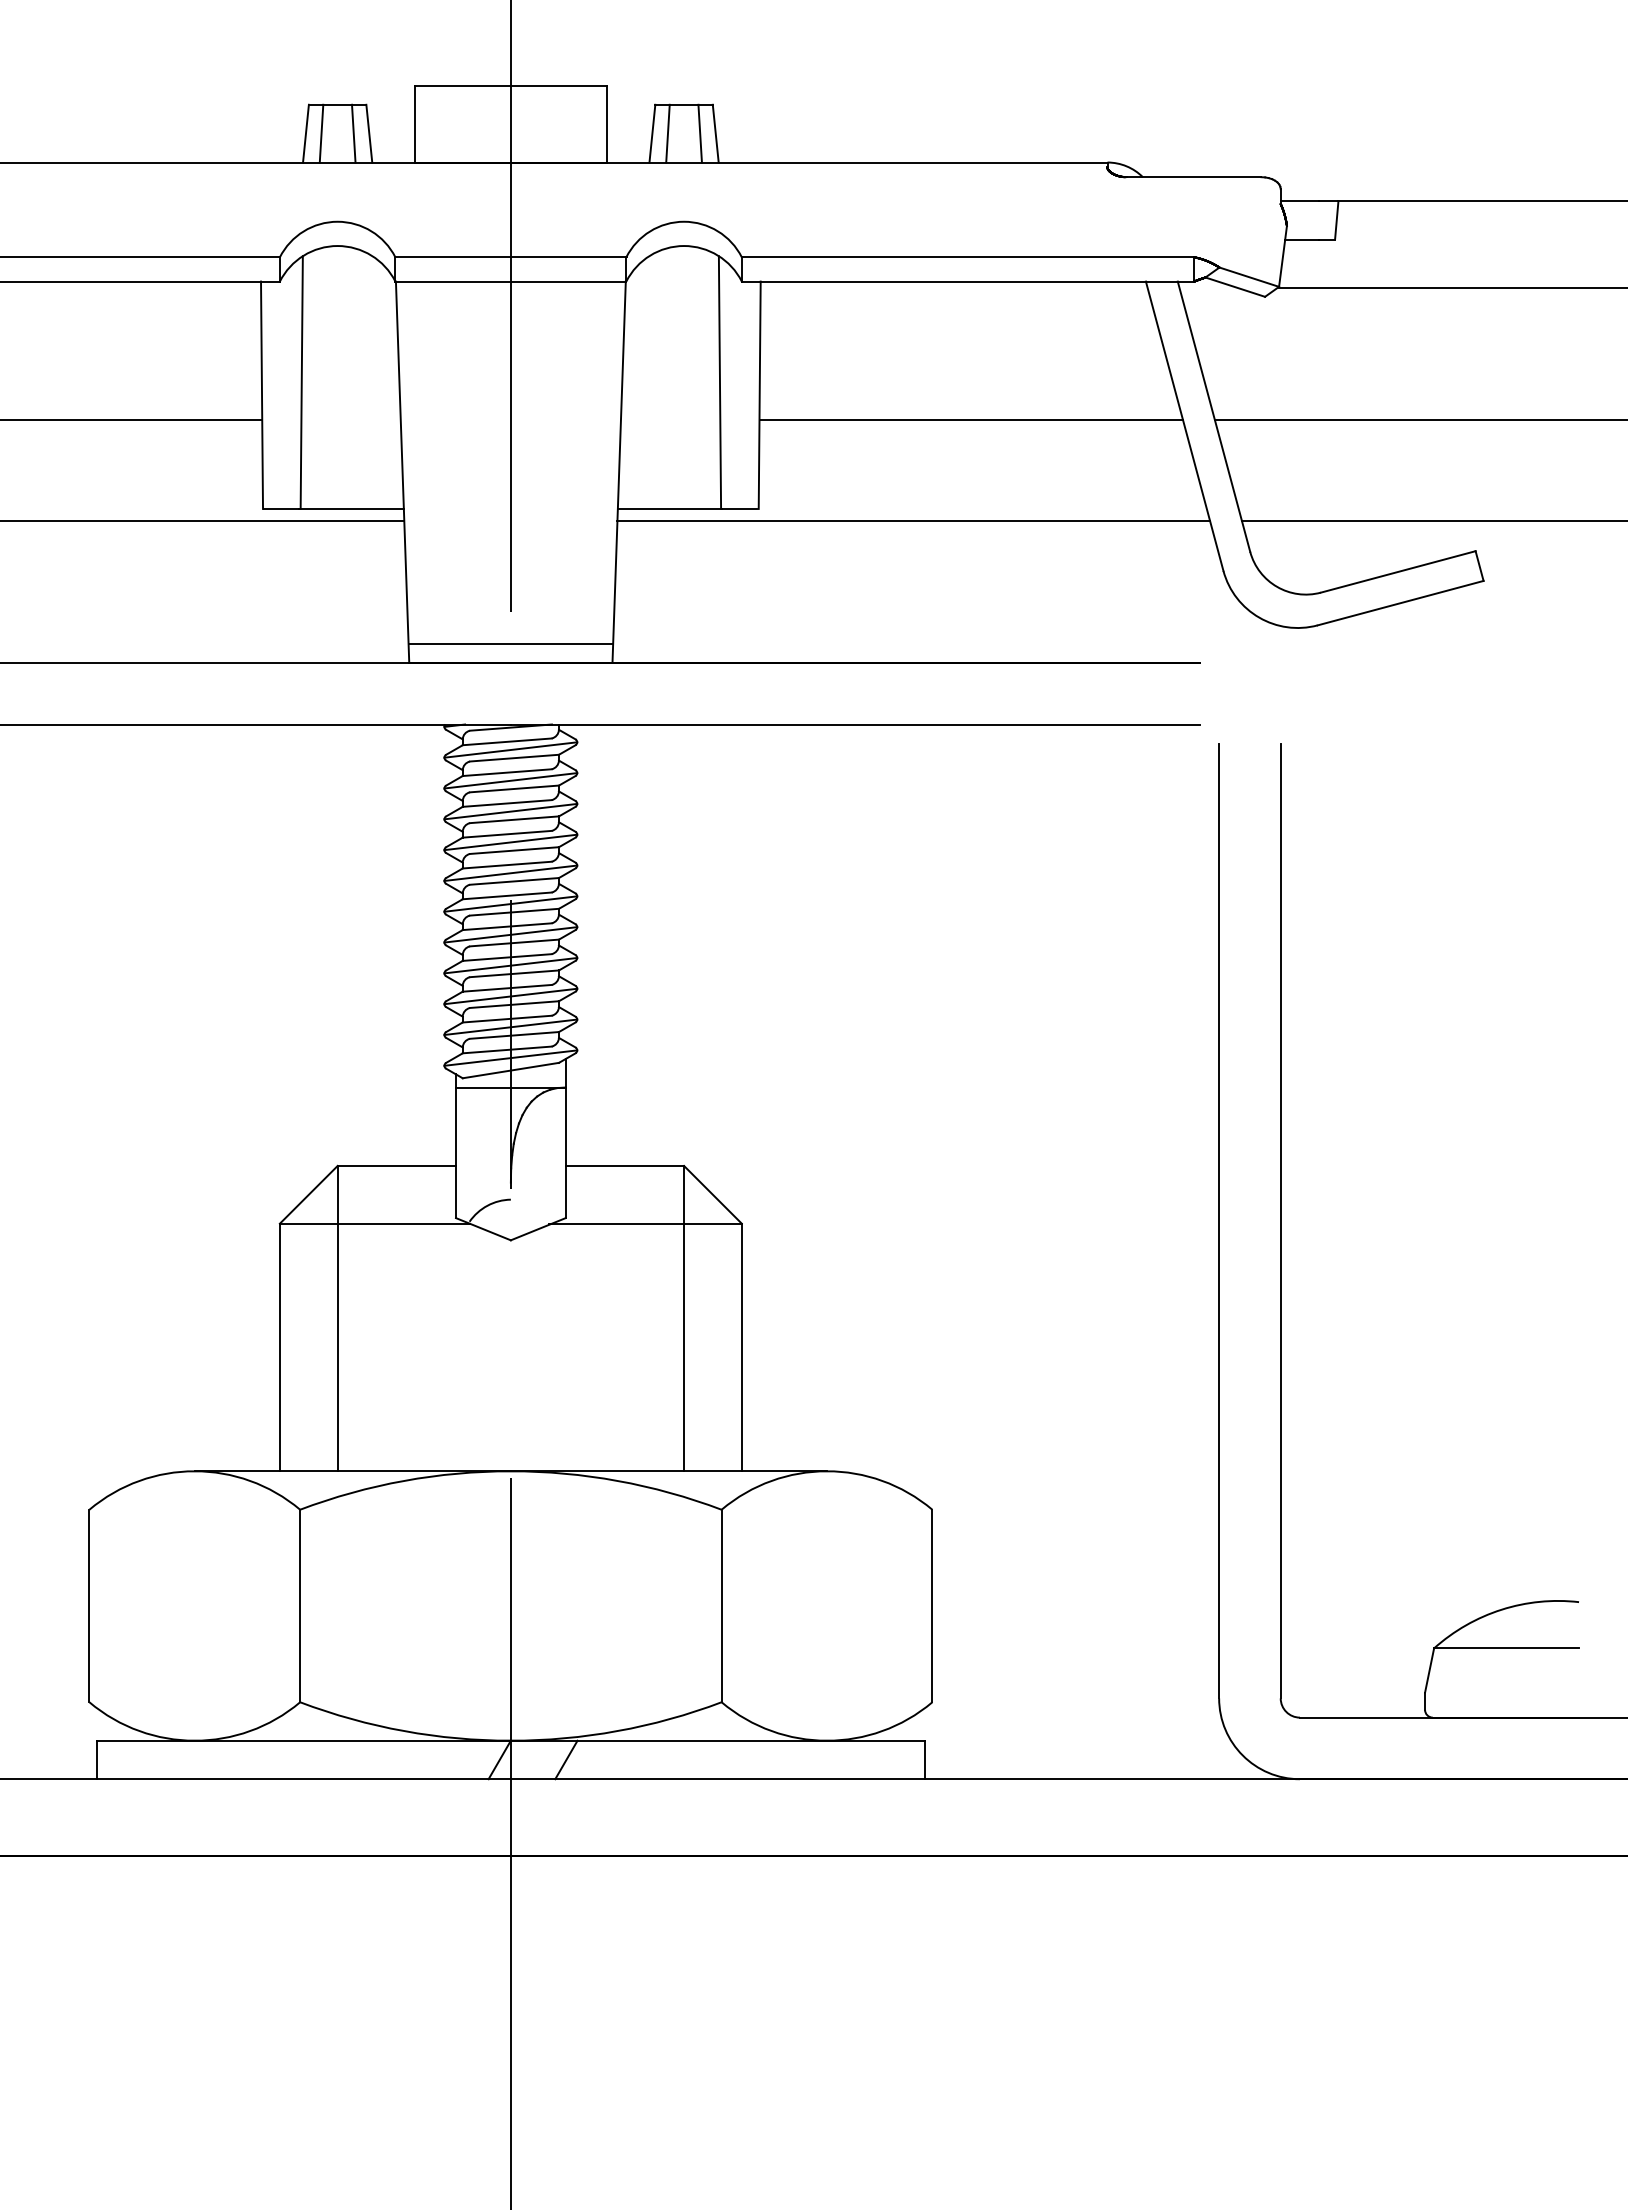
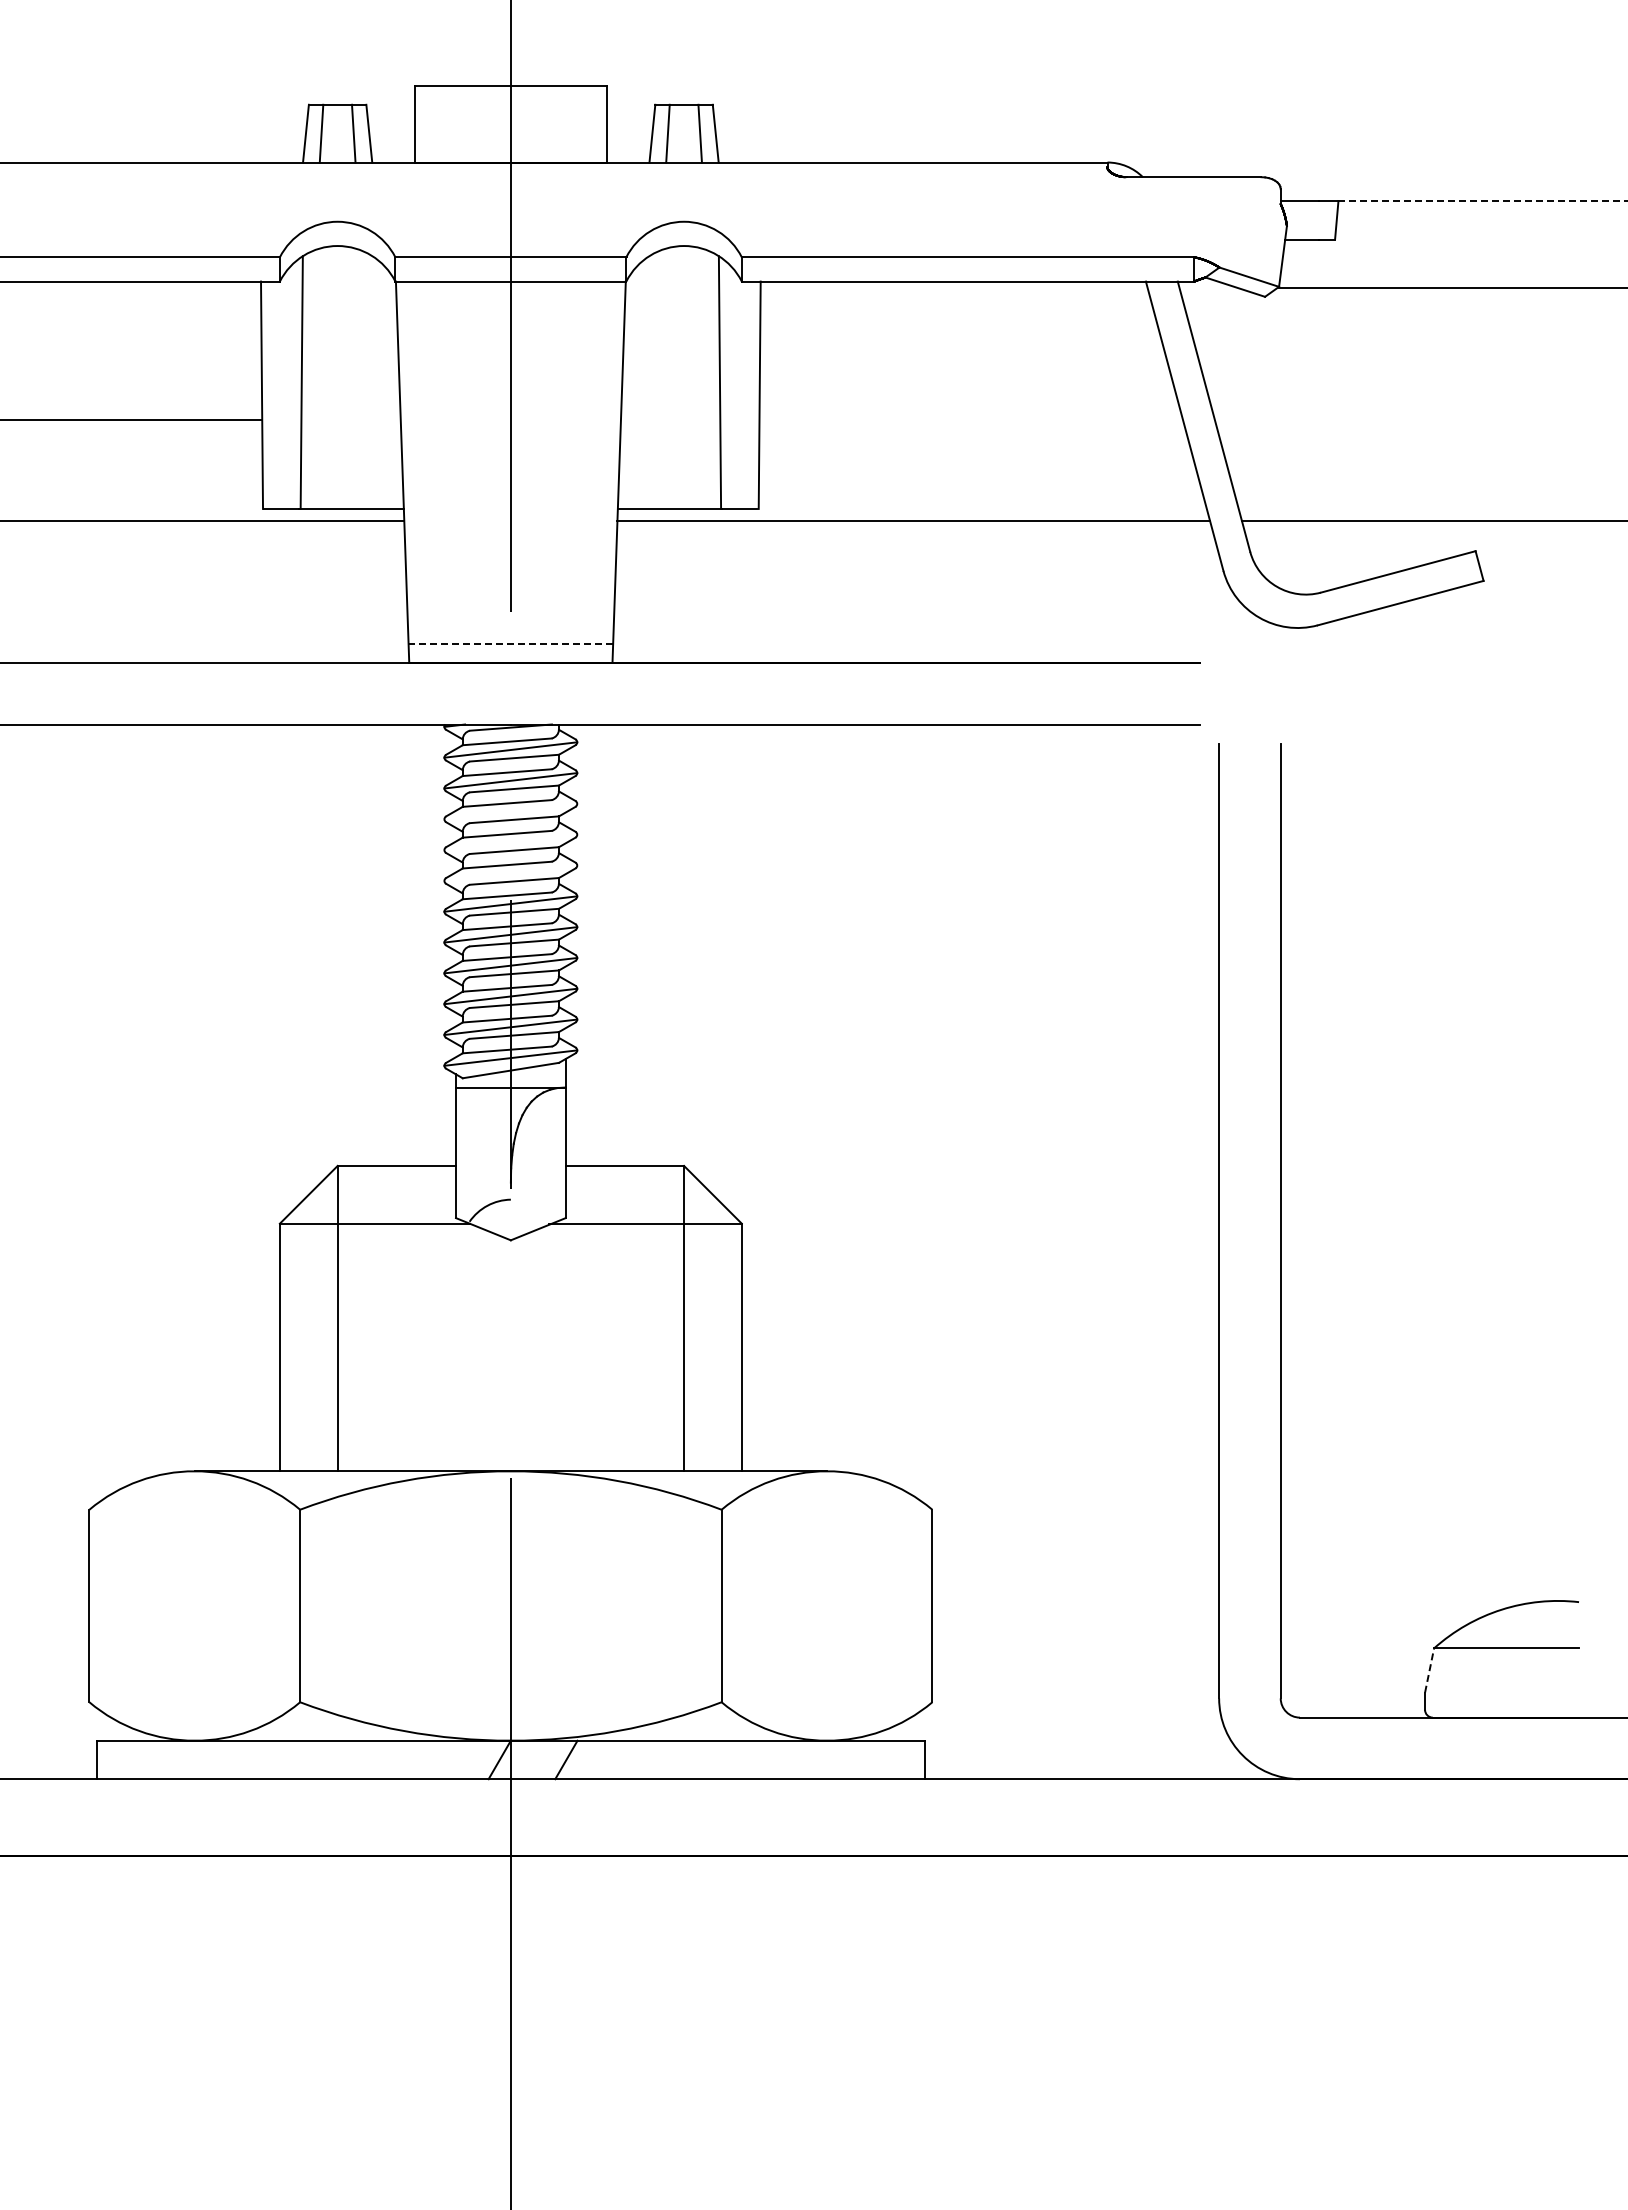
line at (1483, 201): solid -> dashed
line at (971, 420): present -> none
line at (1419, 420): present -> none
line at (510, 643): solid -> dashed
line at (510, 811): present -> none
line at (510, 842): present -> none
line at (510, 872): present -> none
line at (1429, 1670): solid -> dashed
